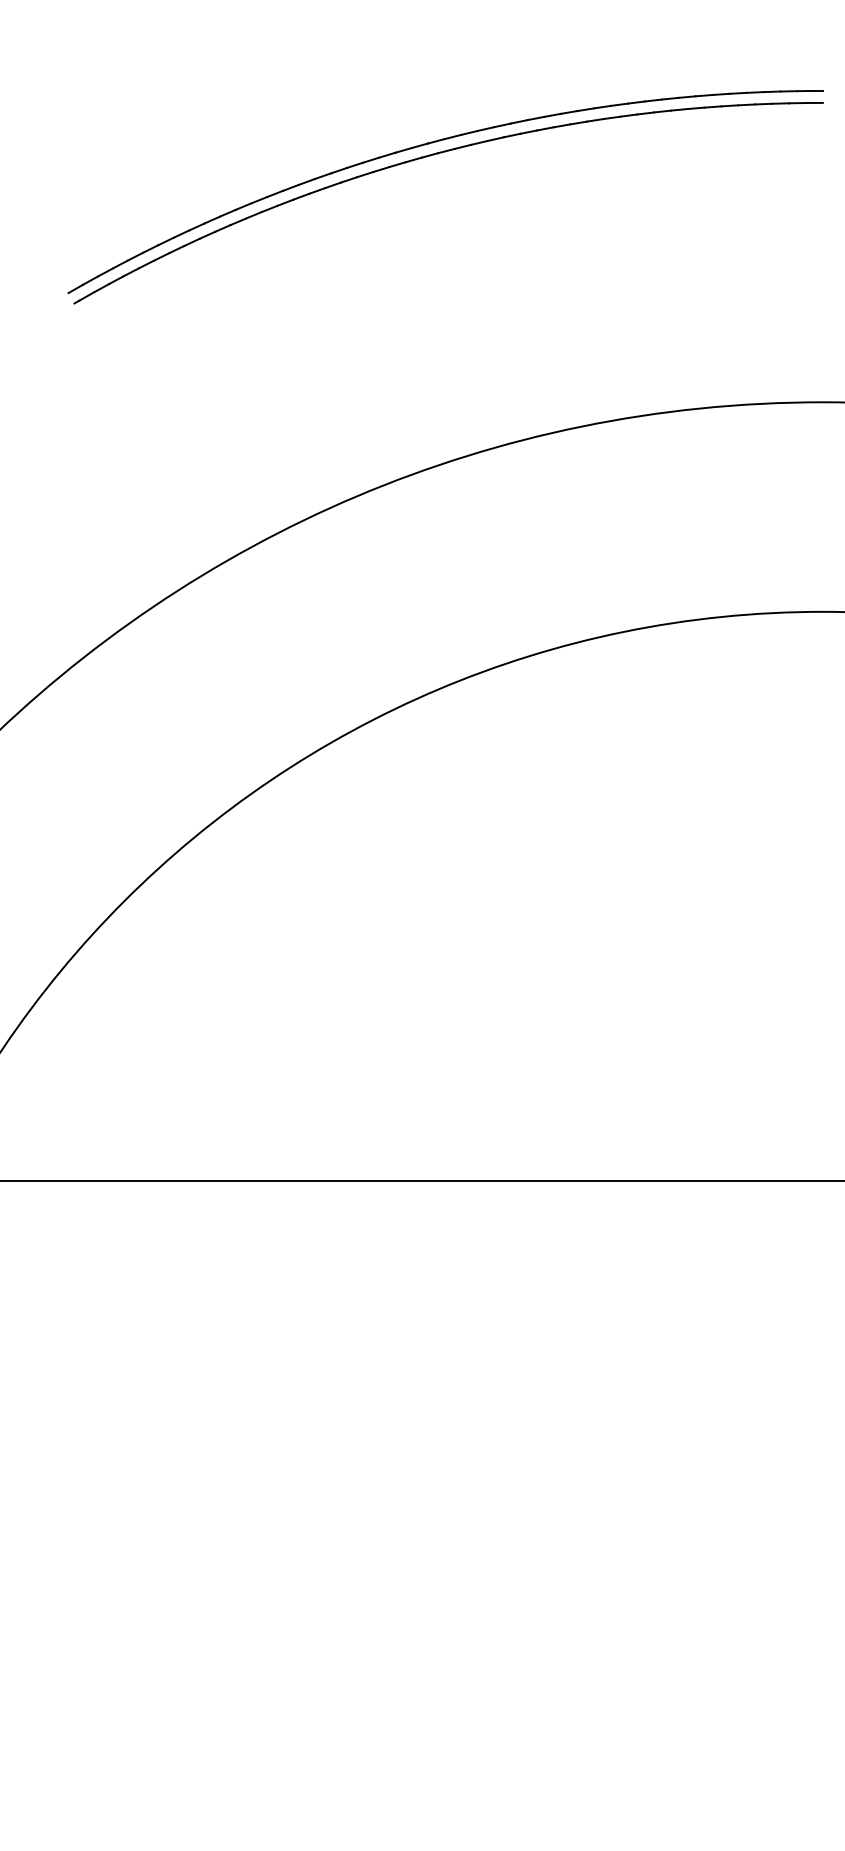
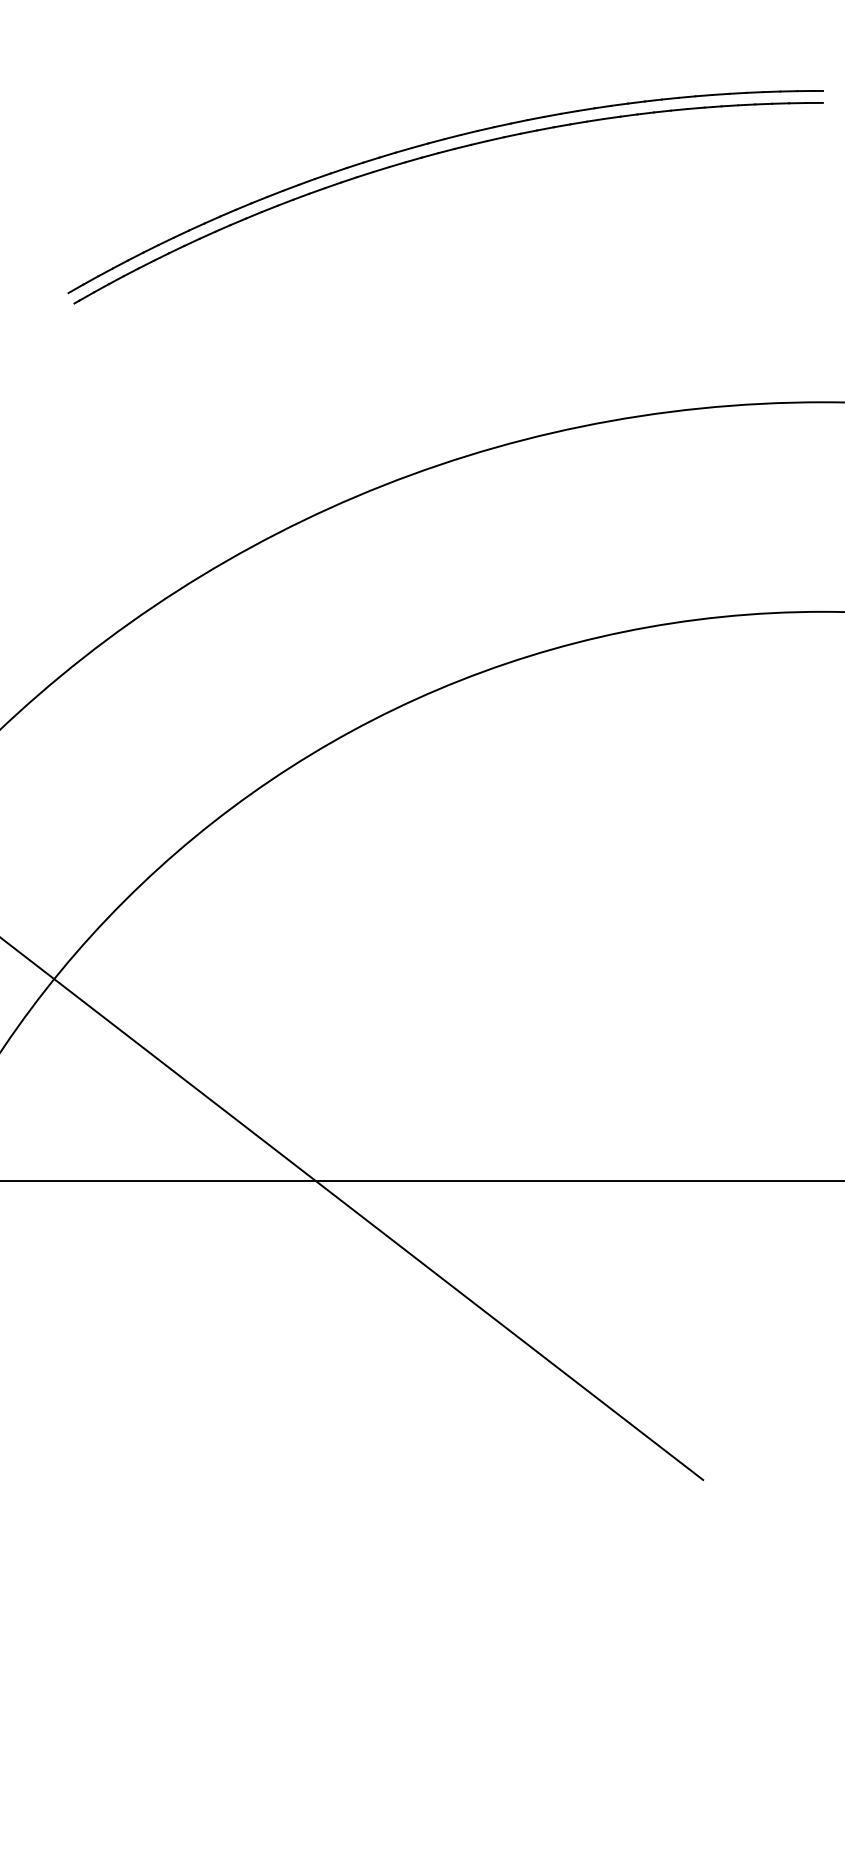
line at (352, 1209): none -> present
